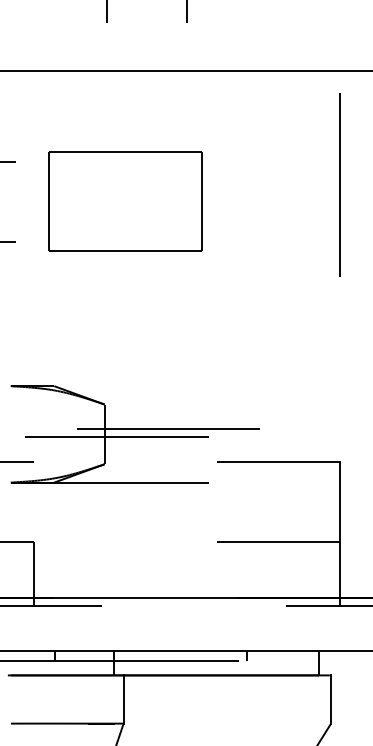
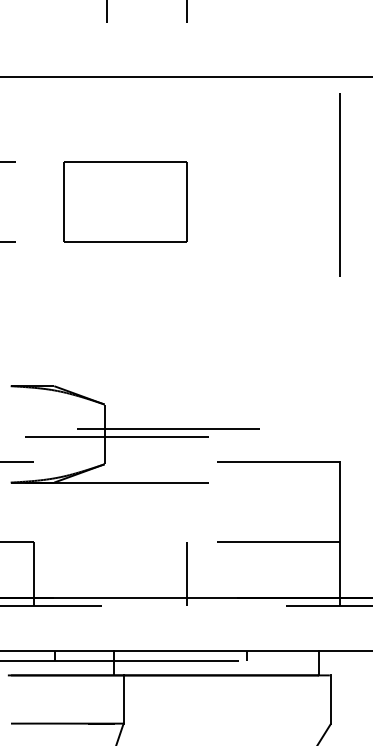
line at (185, 71) position: (185, 71) -> (185, 77)
part at (125, 201) size: 155x101 px -> 125x82 px
line at (186, 573): none -> present
